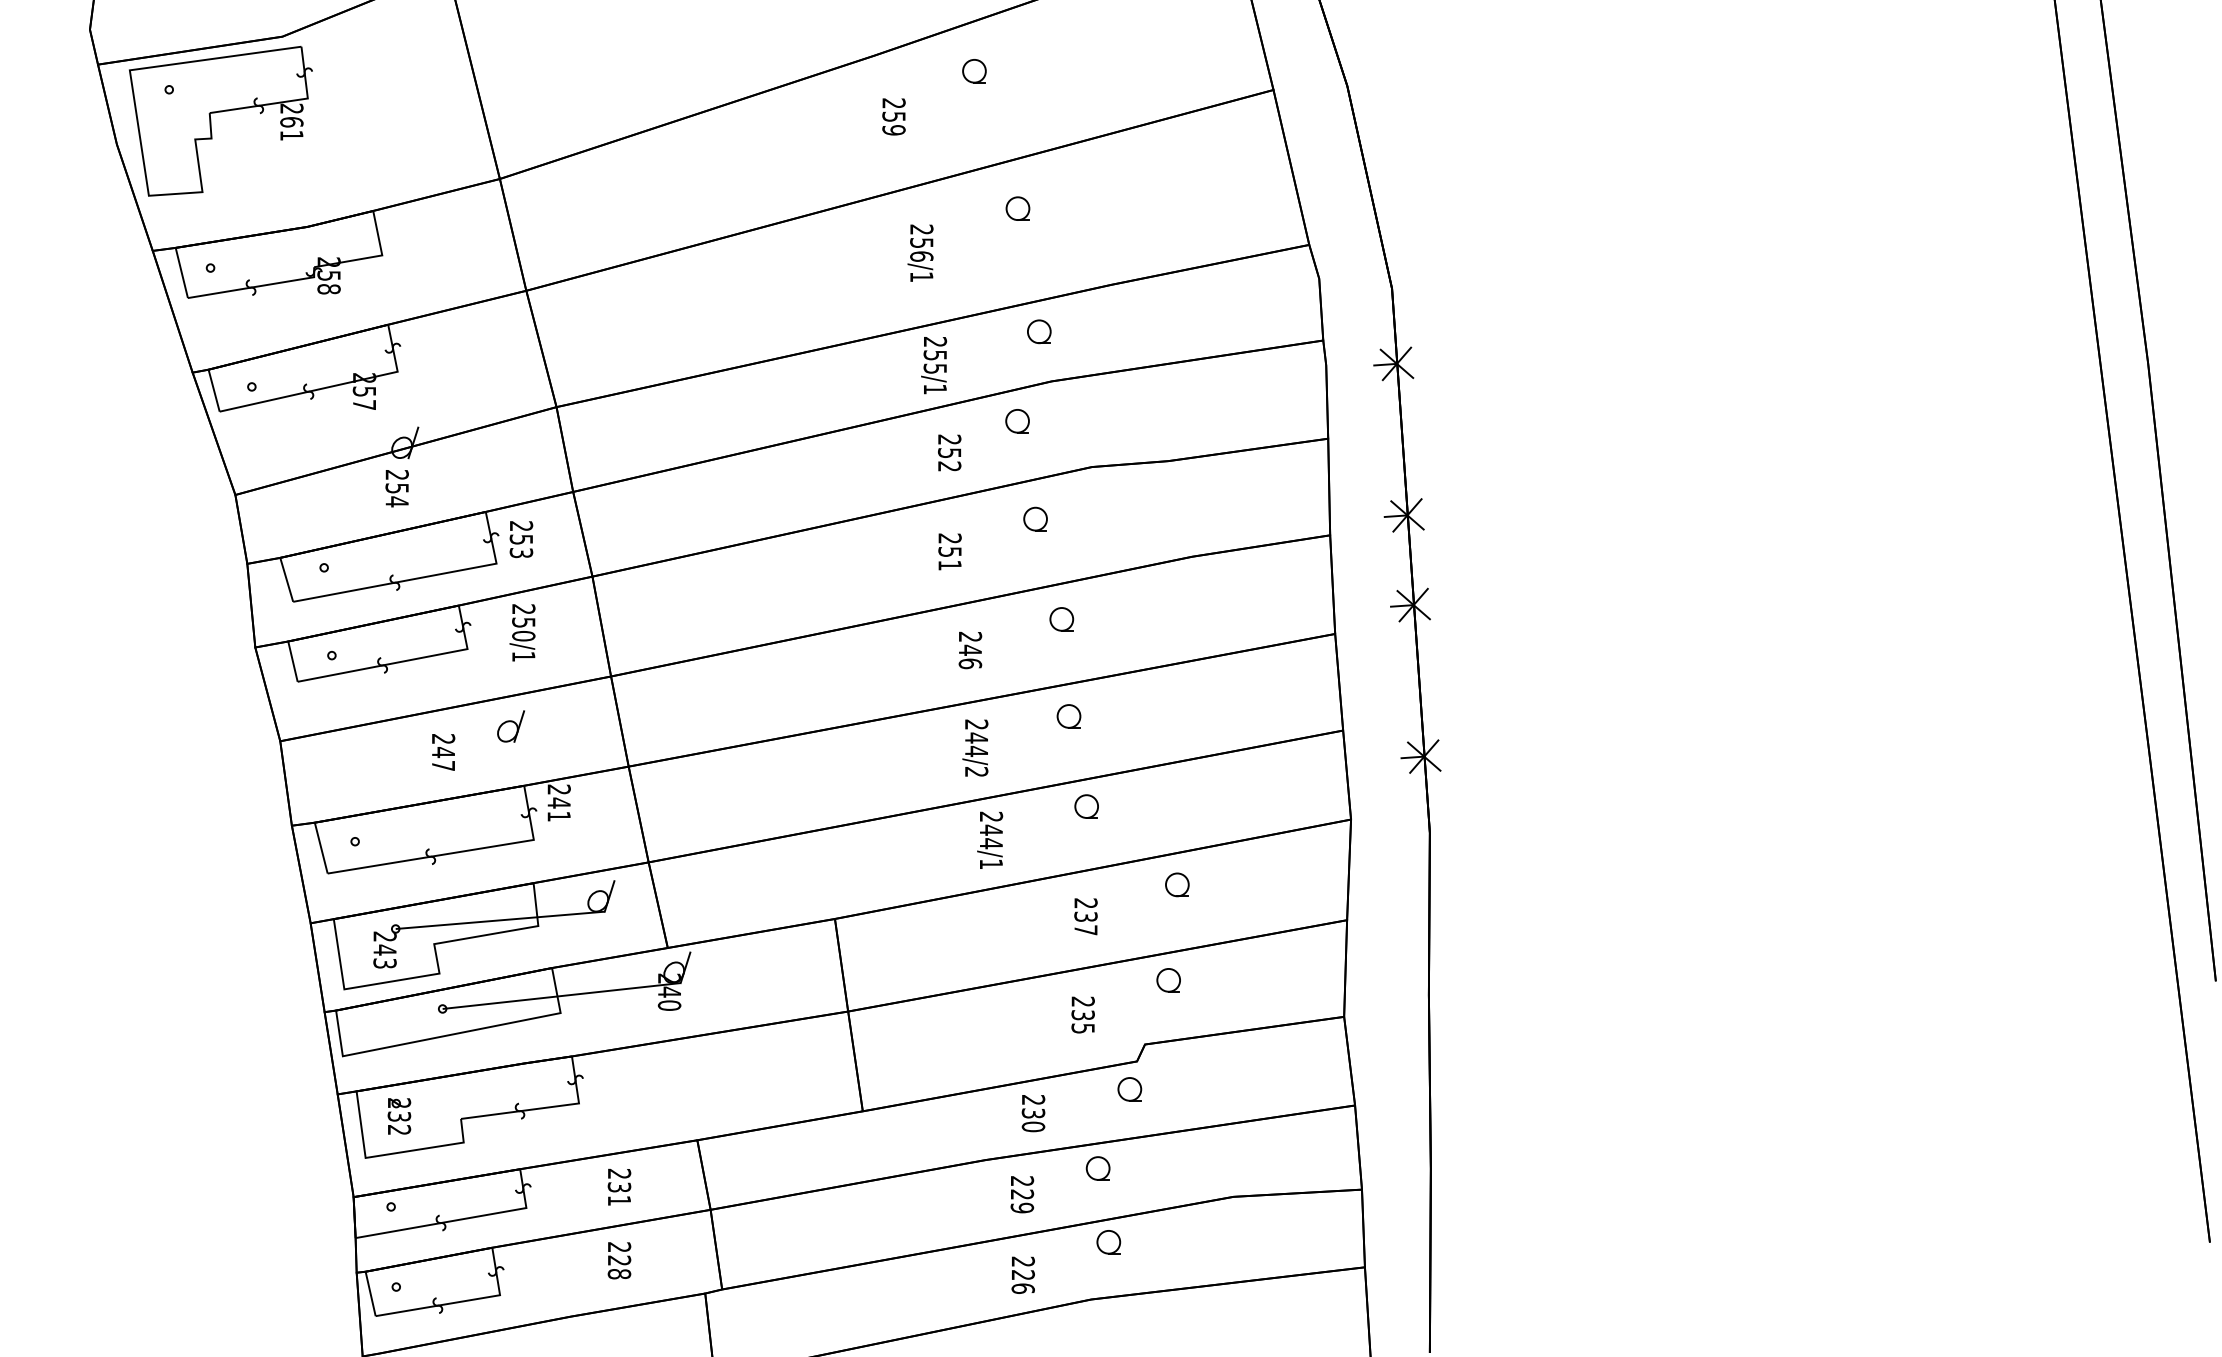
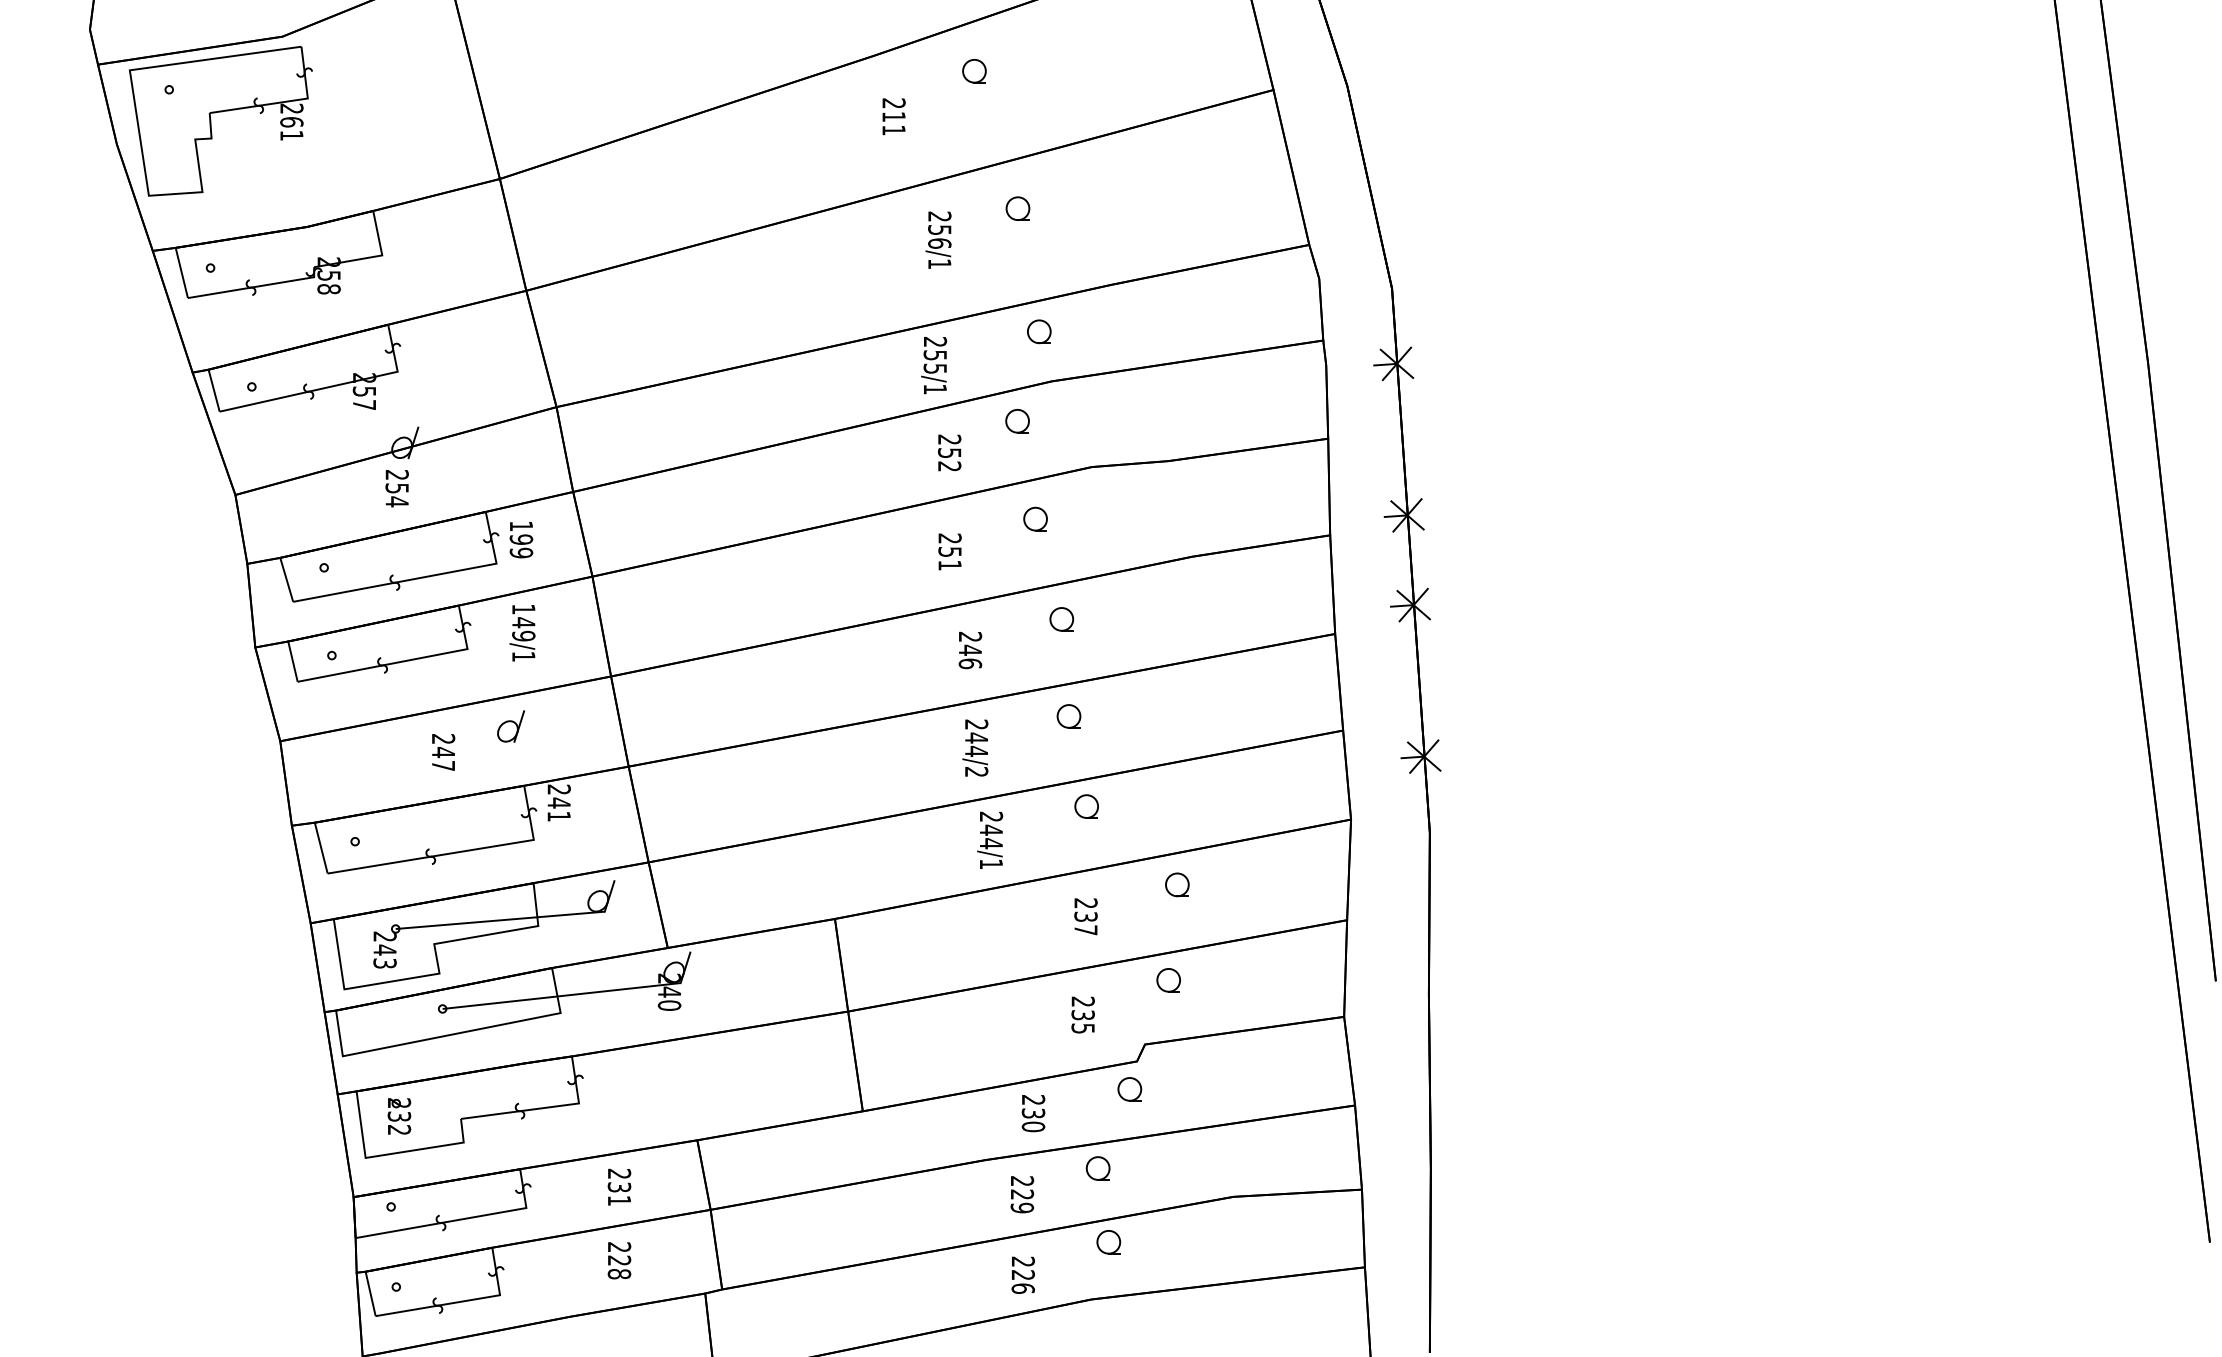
text at (893, 123): 259 -> 211
text at (920, 252) position: (920, 252) -> (938, 239)
text at (521, 539): 253 -> 199
text at (523, 622): 250/1 -> 149/1
